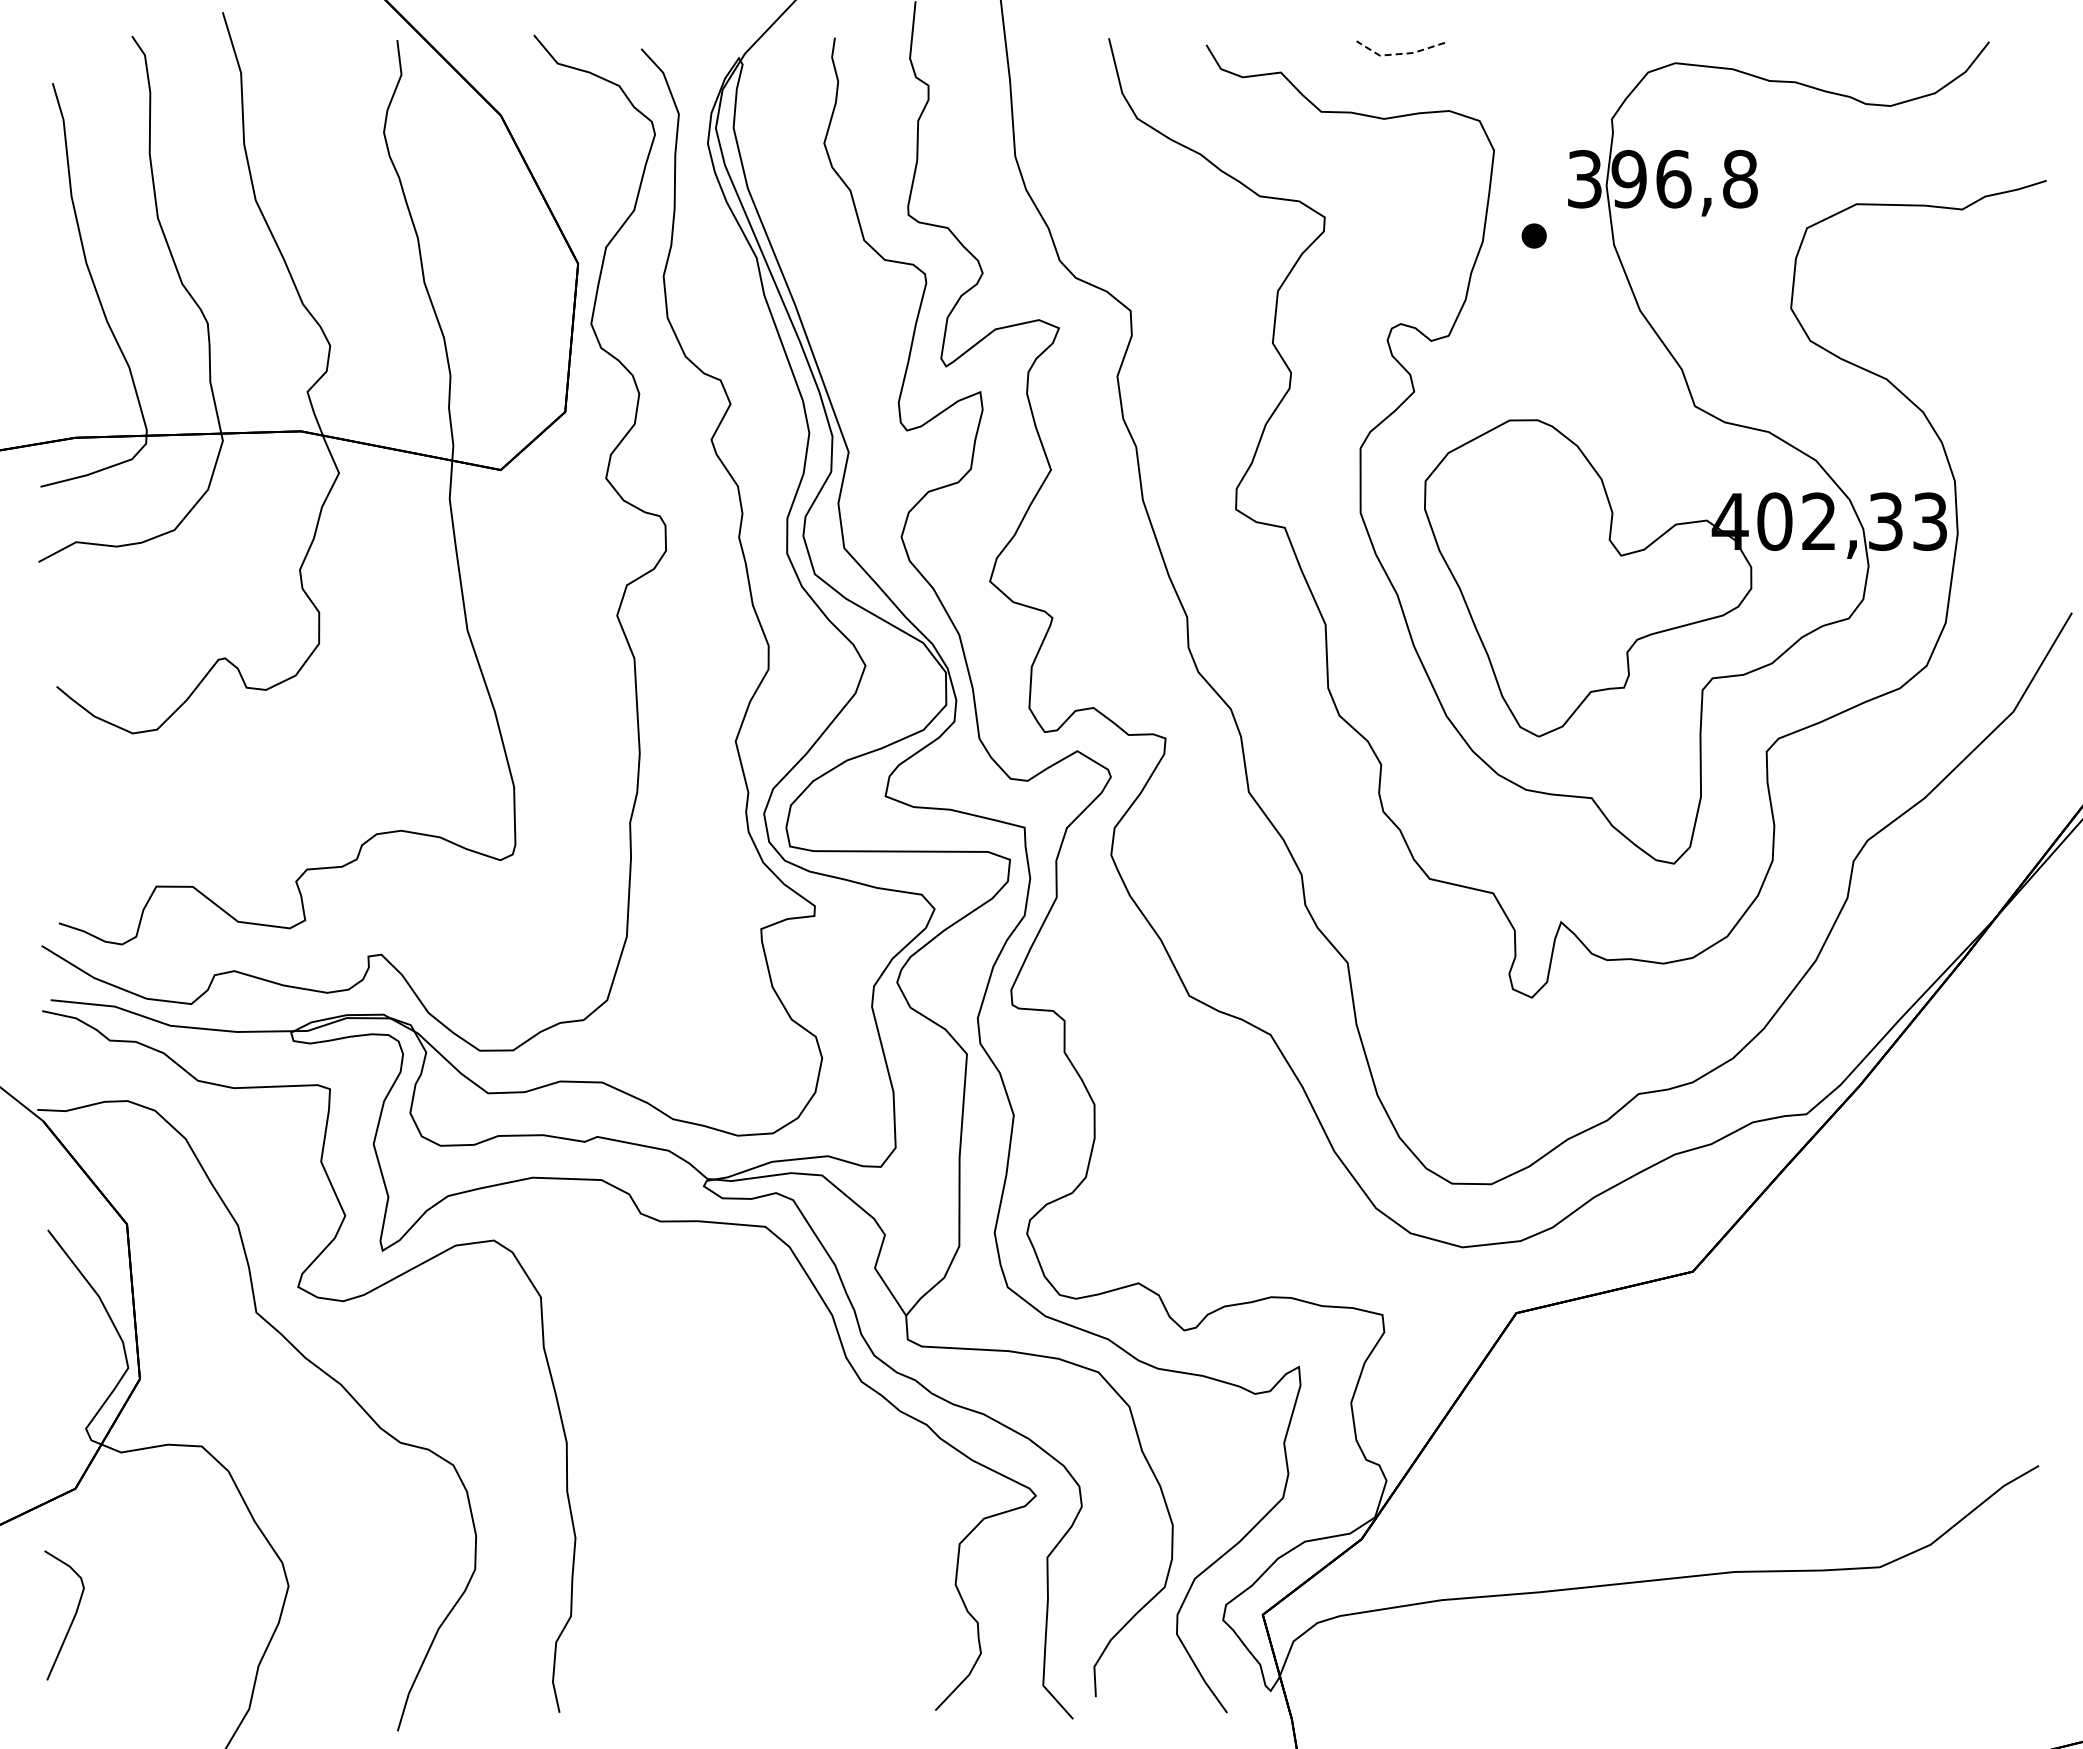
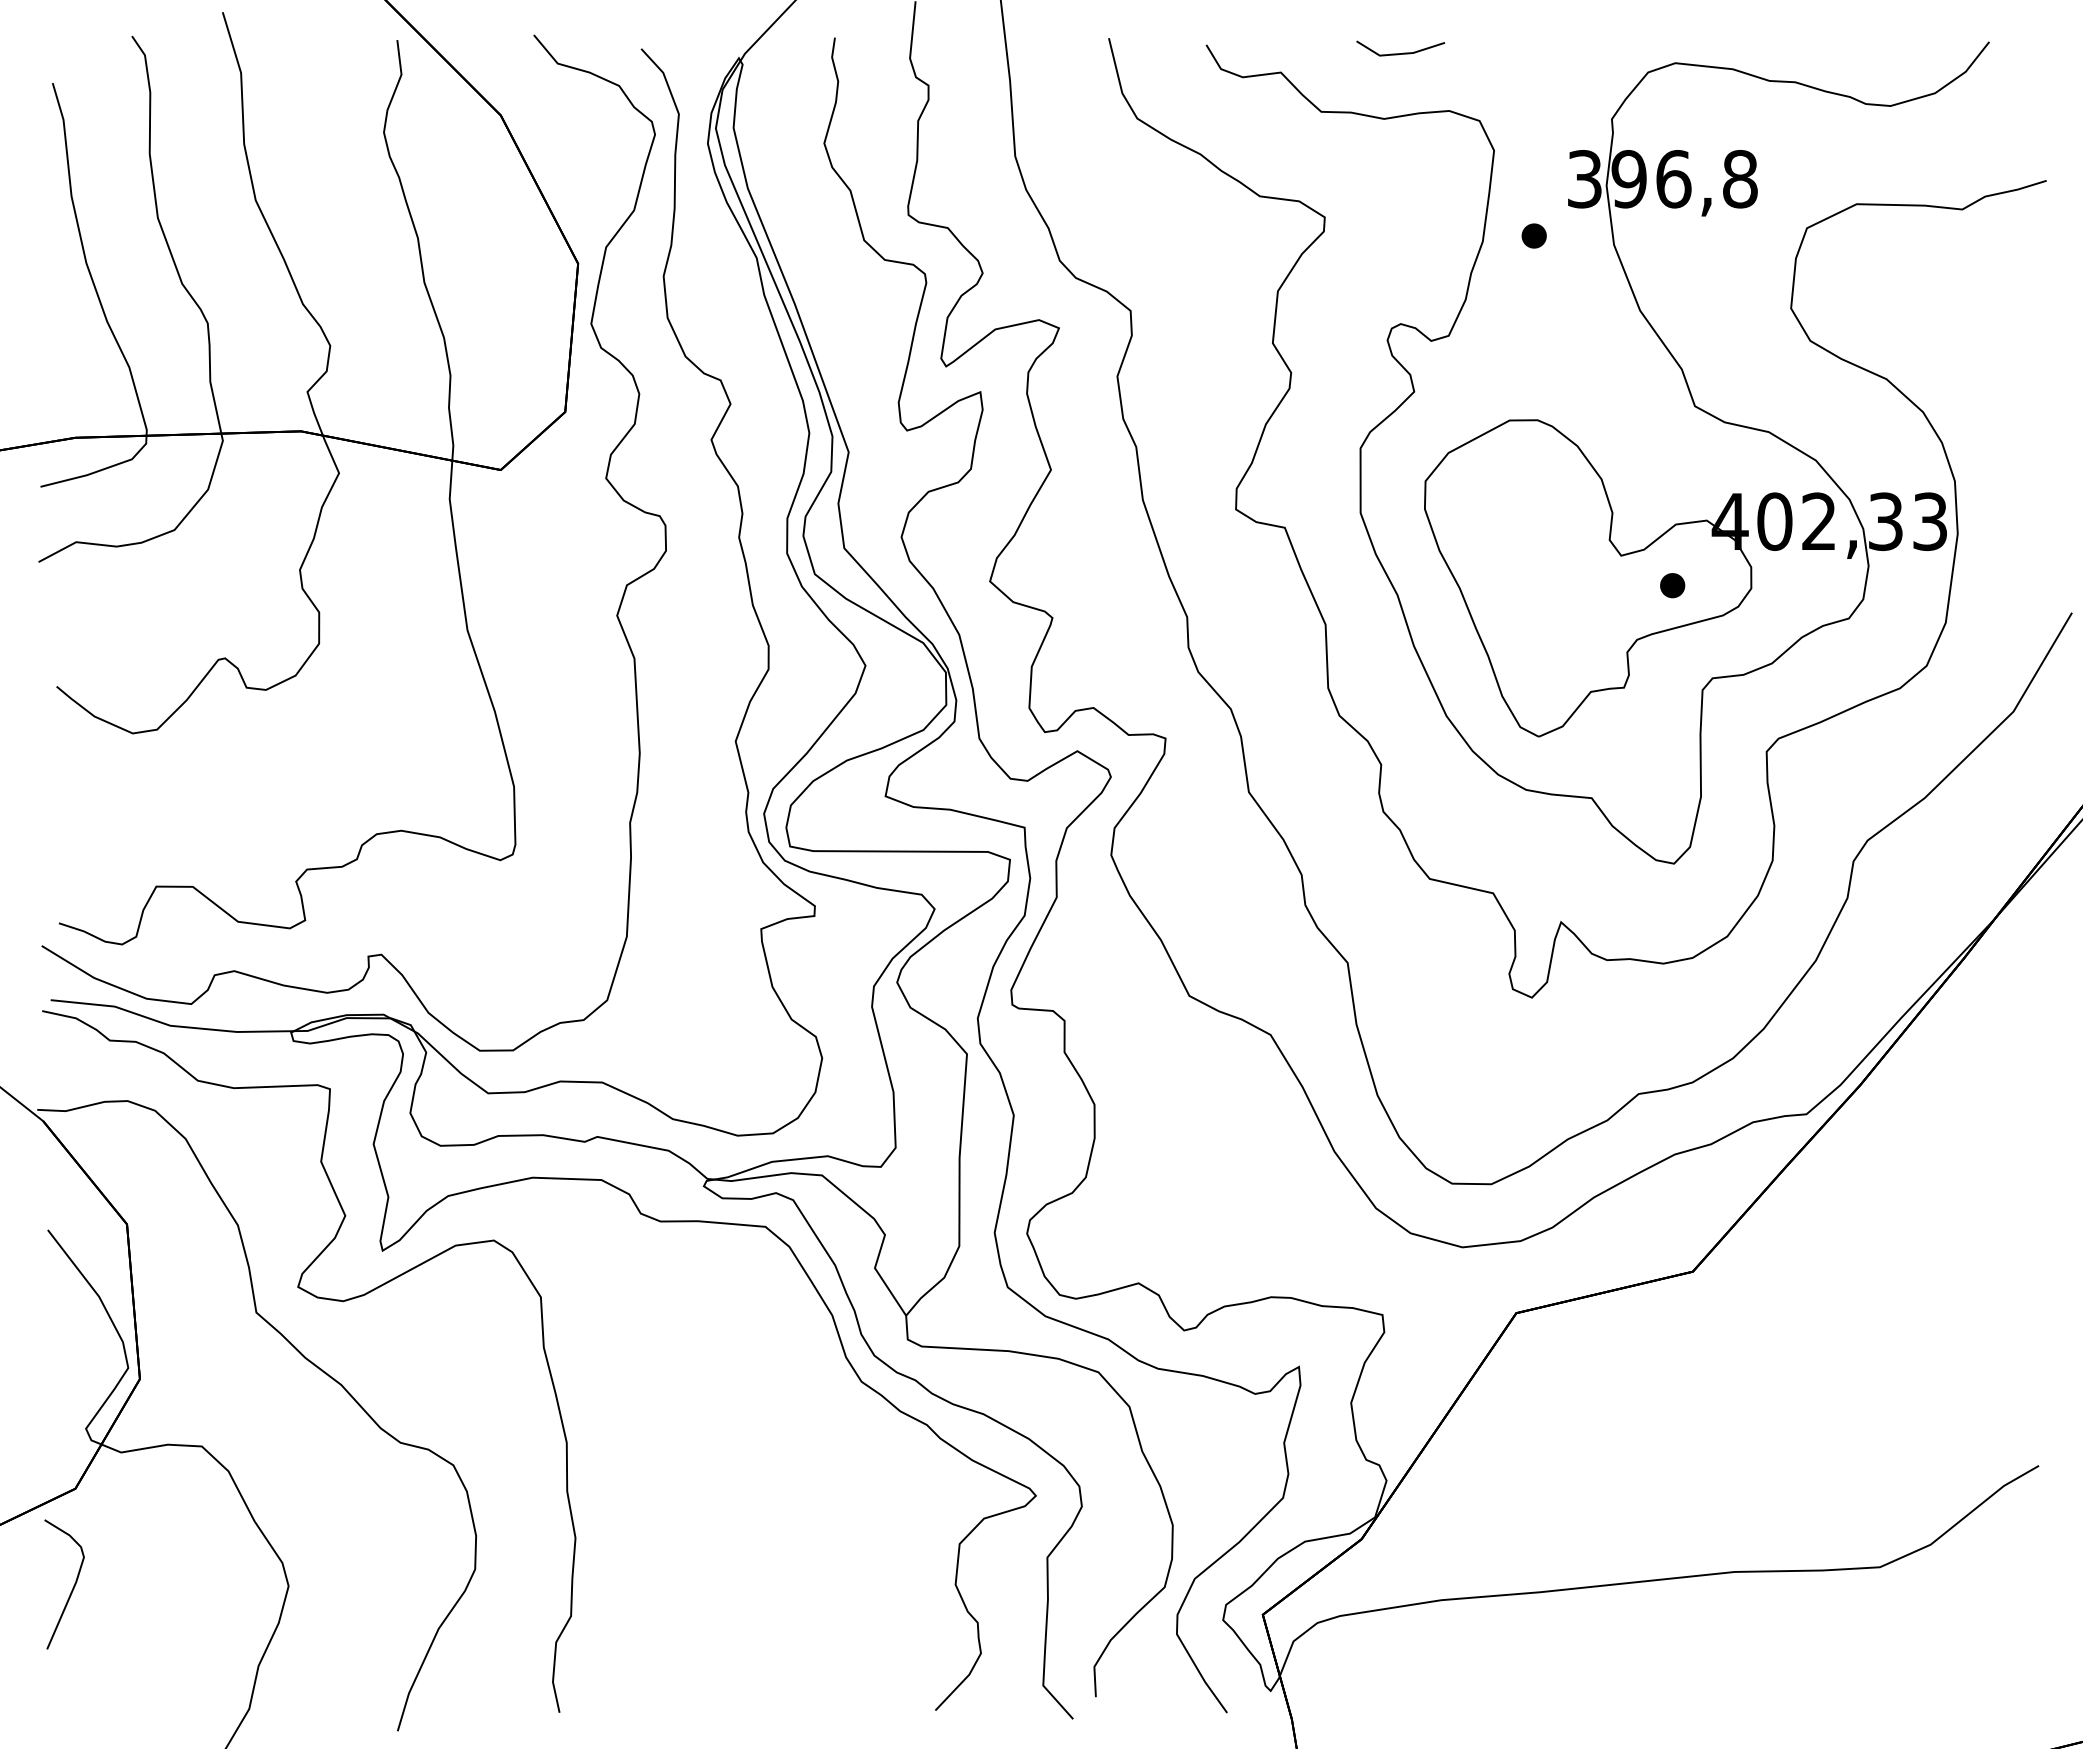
line at (1399, 54): dashed -> solid
part at (1672, 585): none -> present
curve at (72, 1618) position: (72, 1618) -> (72, 1587)
